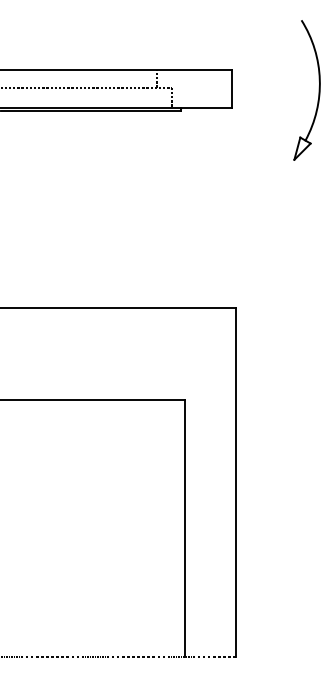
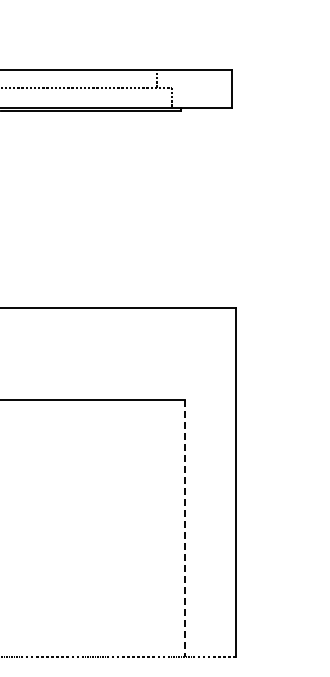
part at (318, 90): present -> none
line at (185, 528): solid -> dashed
